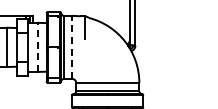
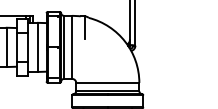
line at (37, 47): dashed -> solid
line at (72, 47): dashed -> solid
